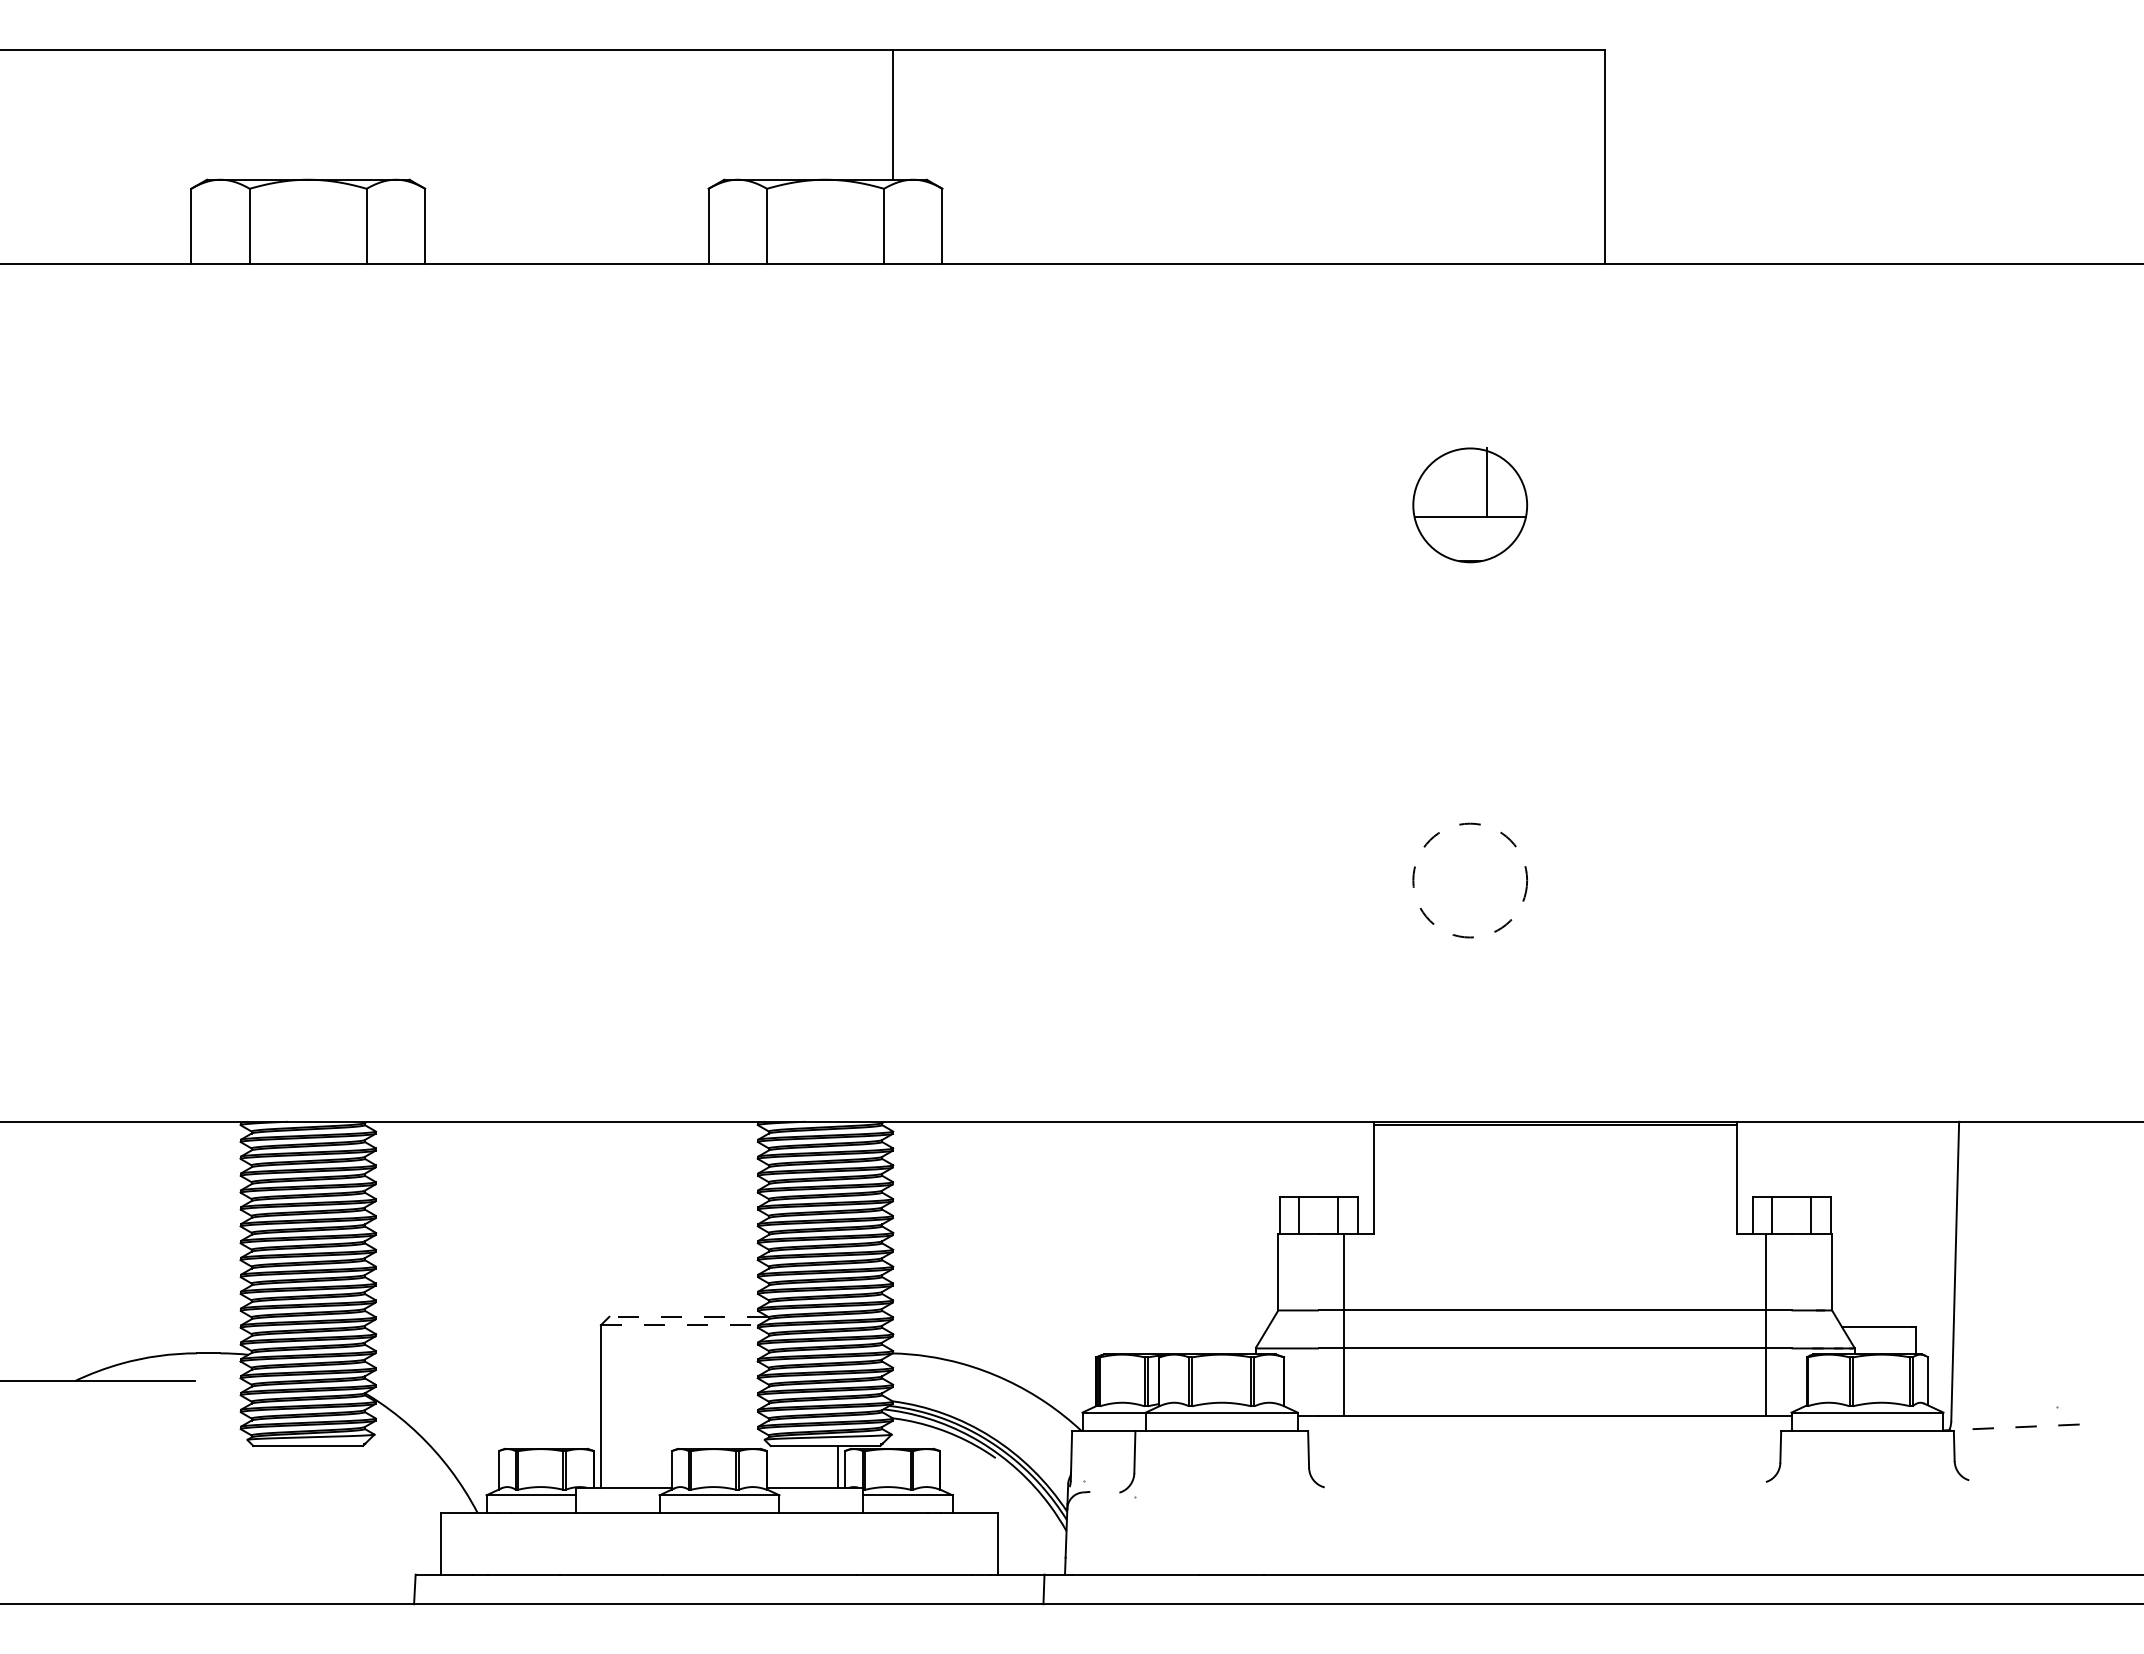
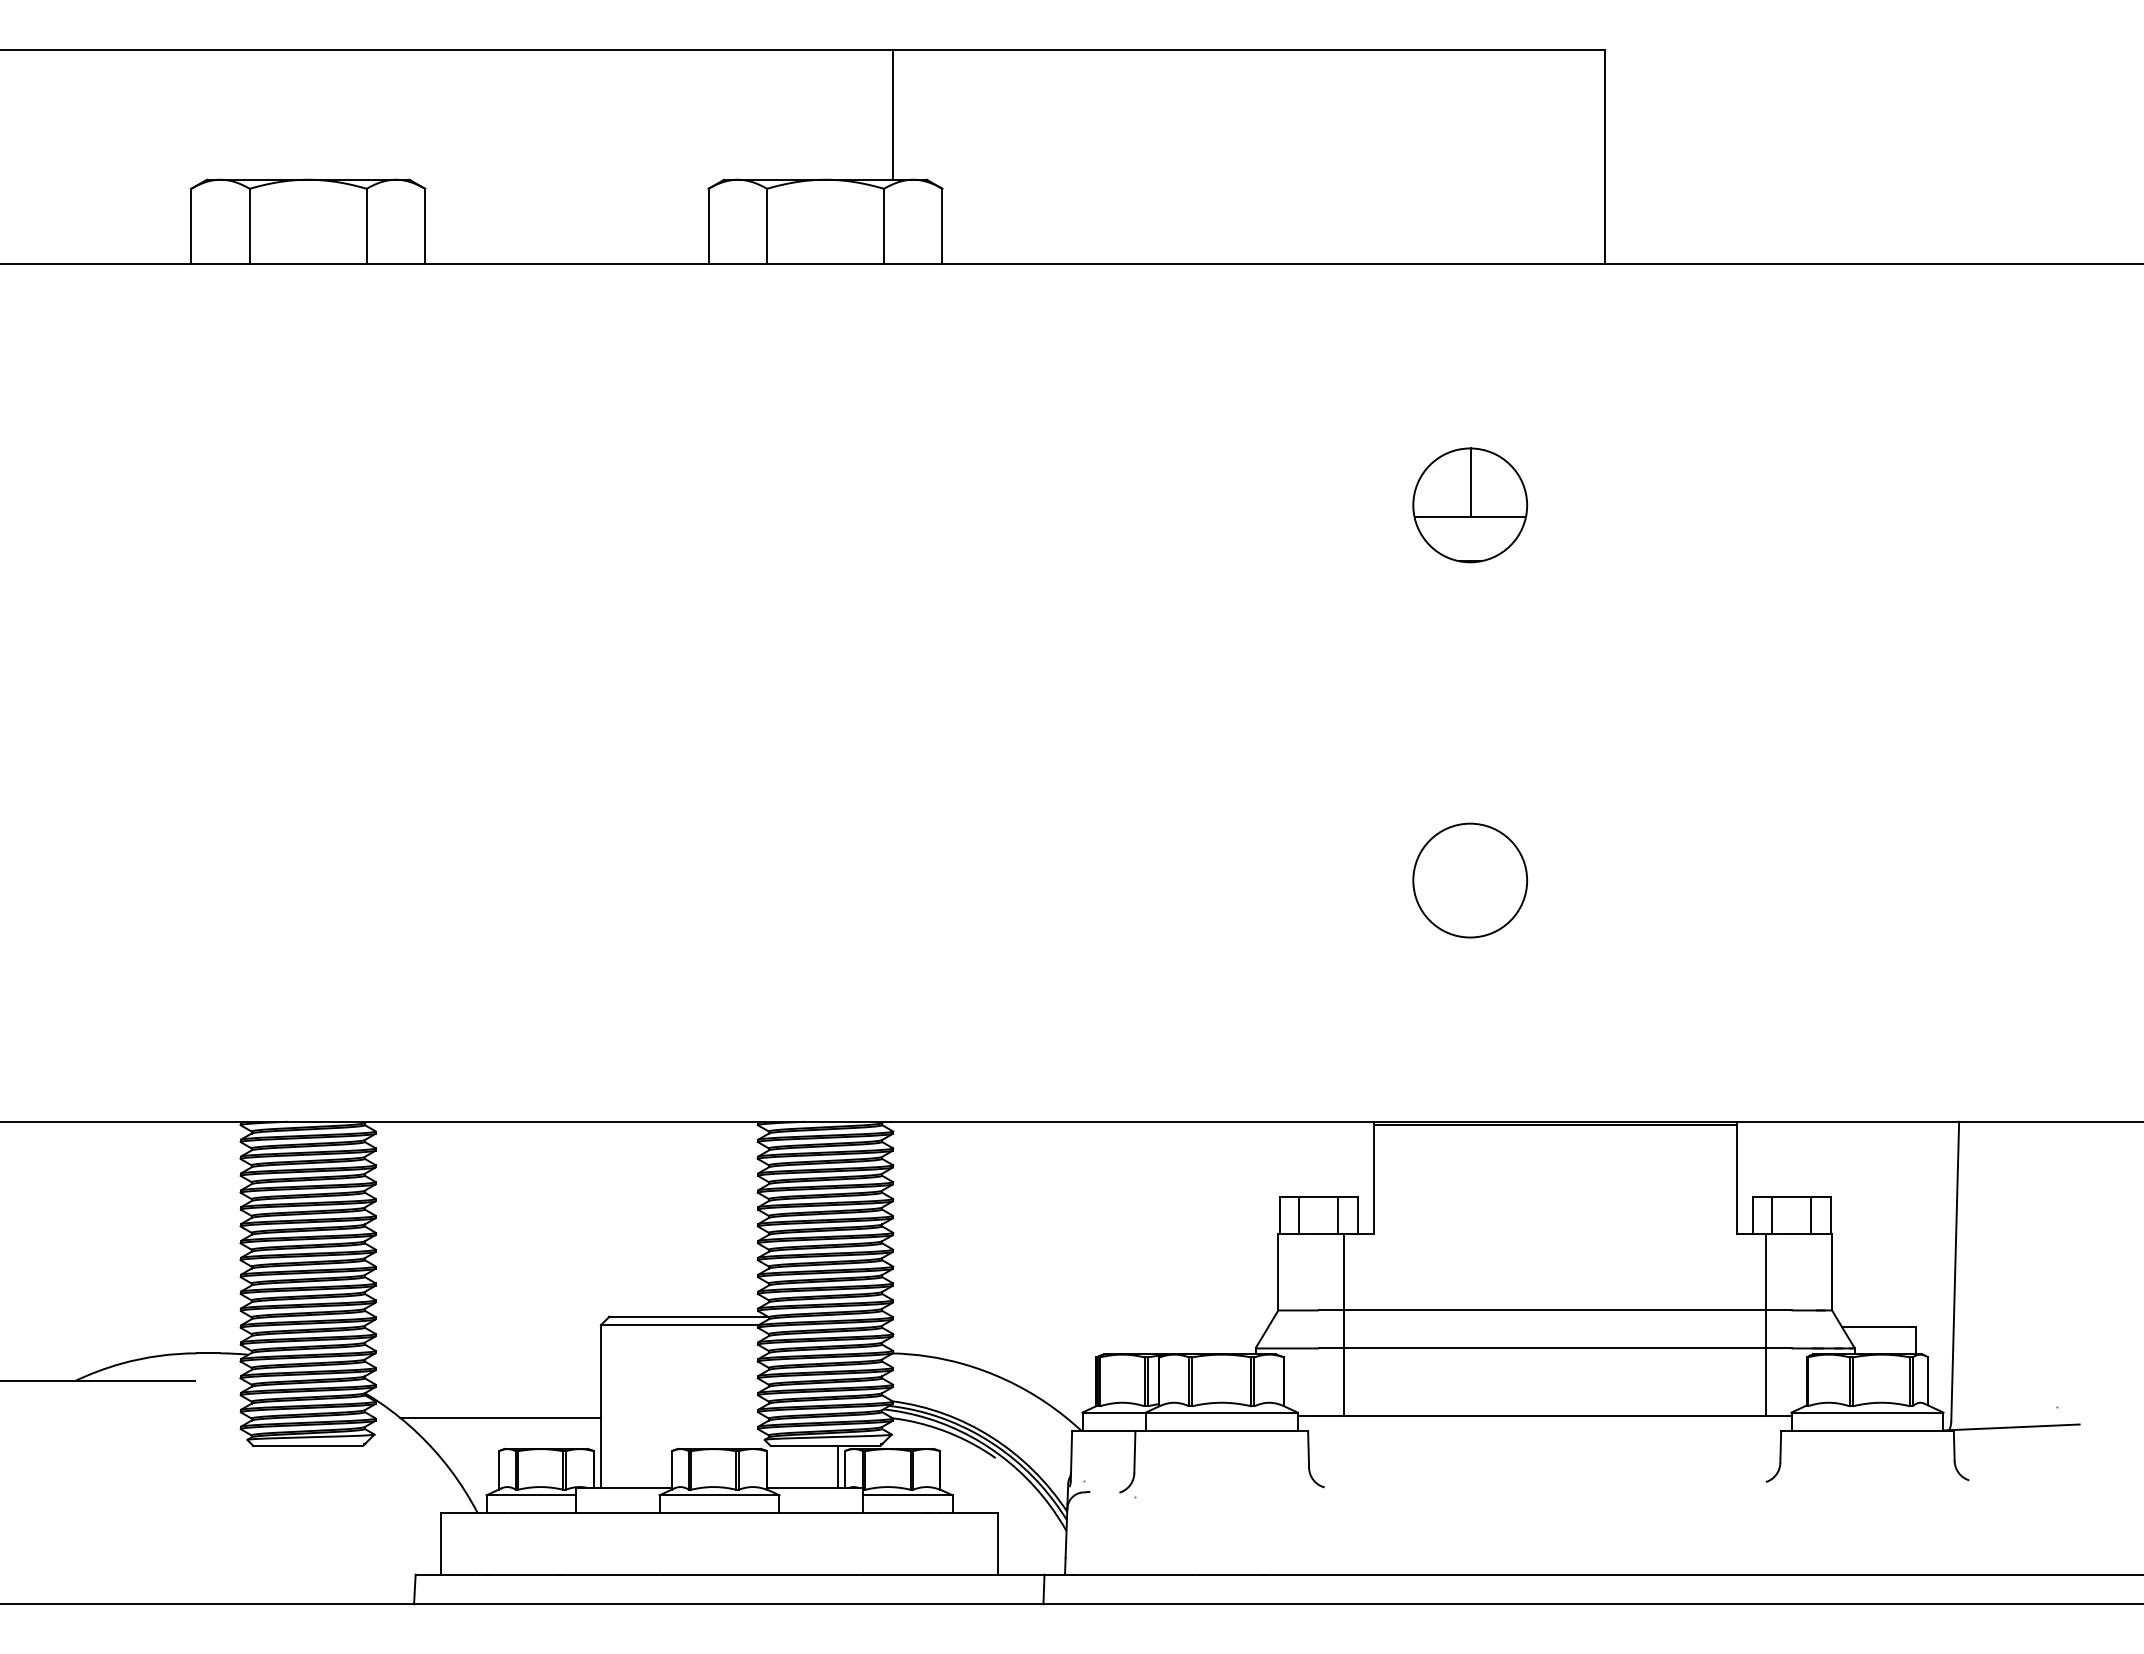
line at (1486, 482) position: (1486, 482) -> (1470, 482)
circle at (1470, 880): dashed -> solid
line at (688, 1316): dashed -> solid
line at (679, 1325): dashed -> solid
line at (500, 1417): none -> present
line at (2011, 1427): dashed -> solid
